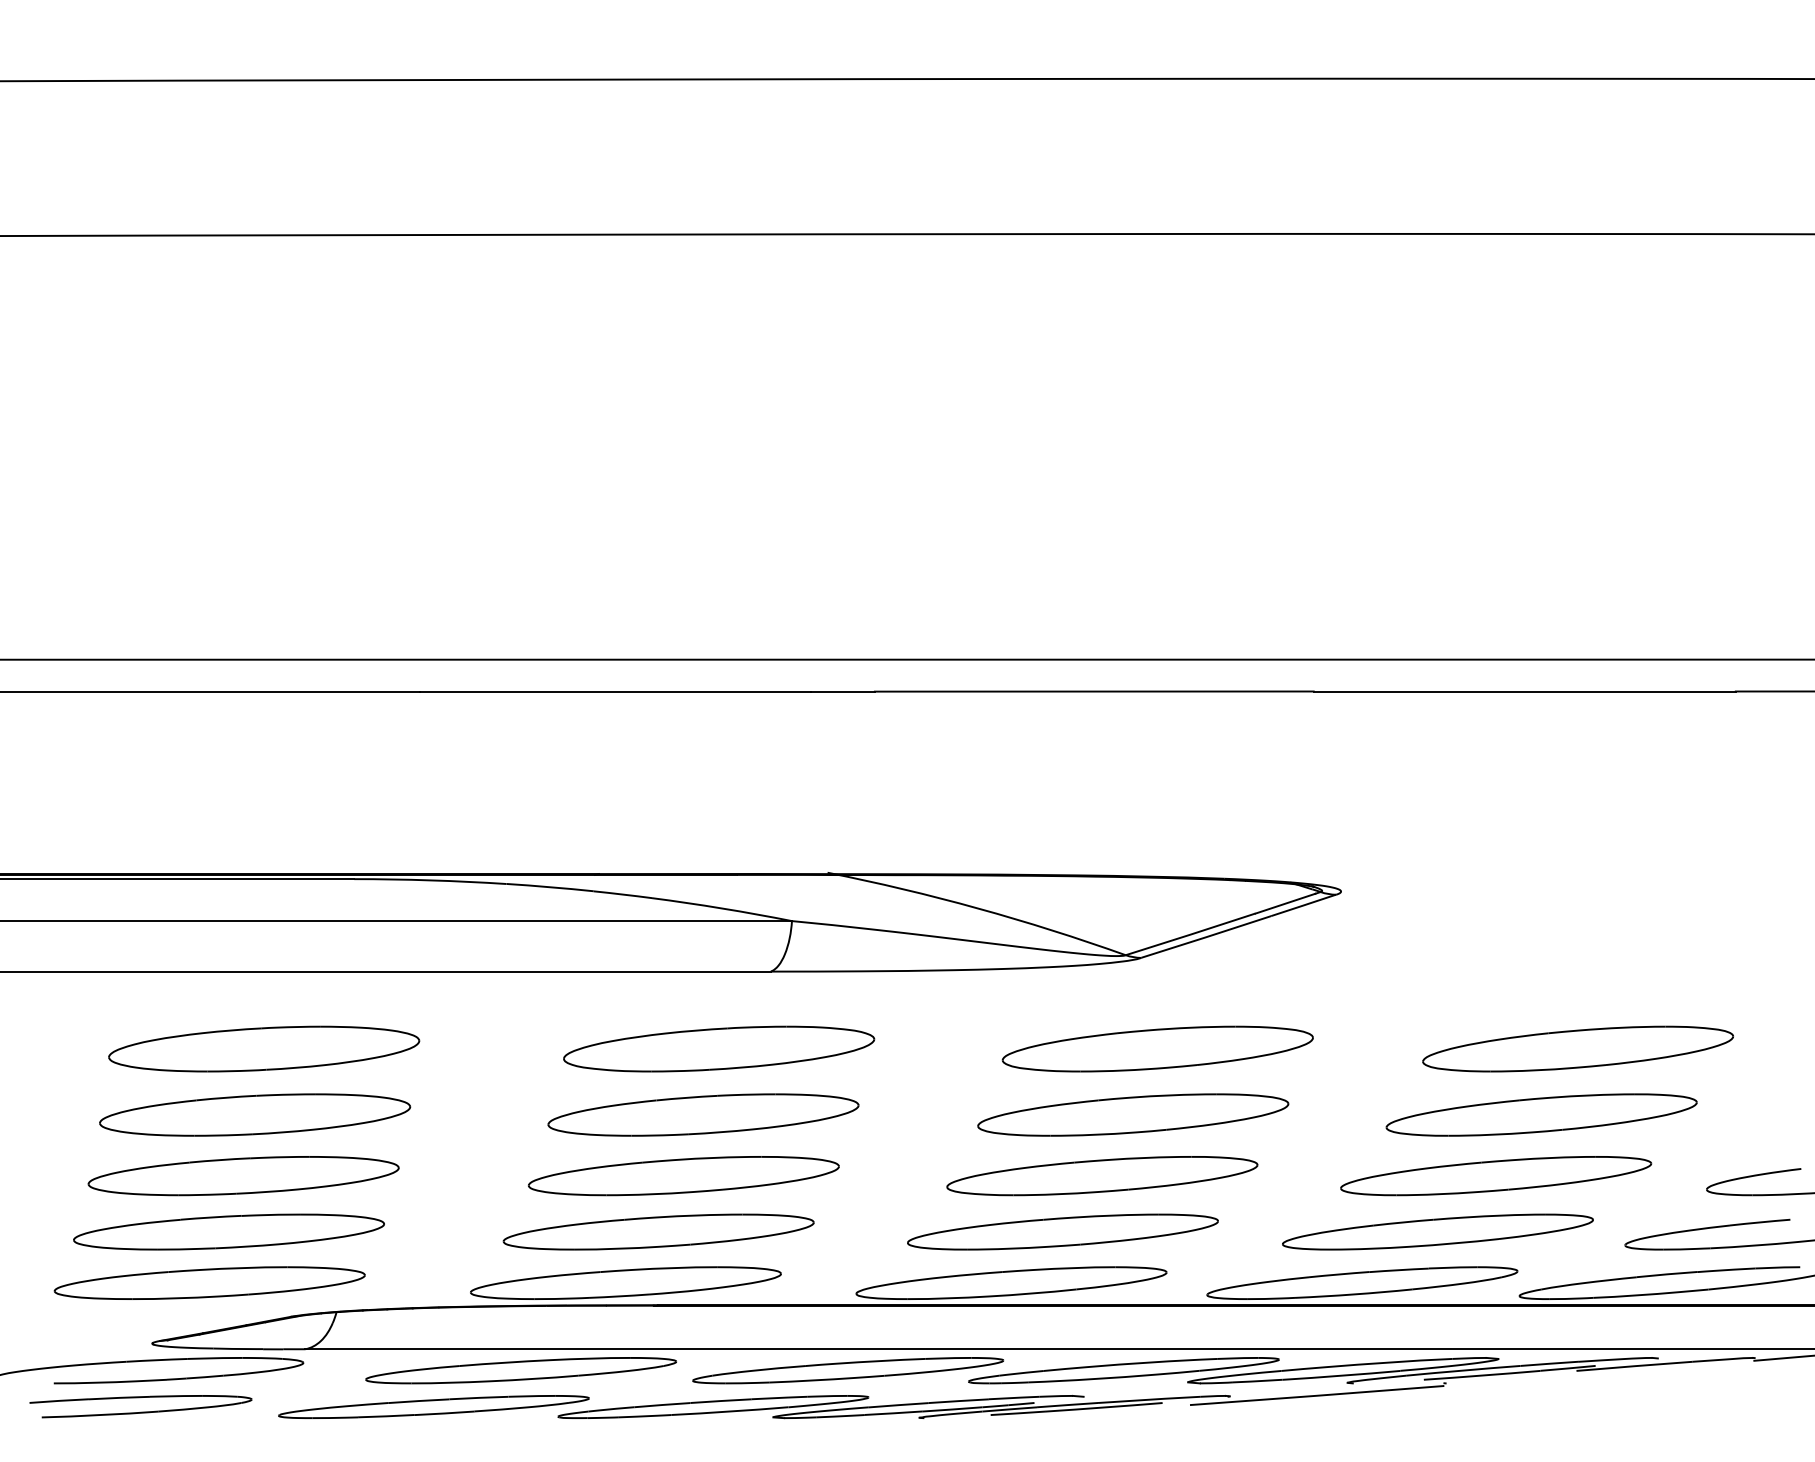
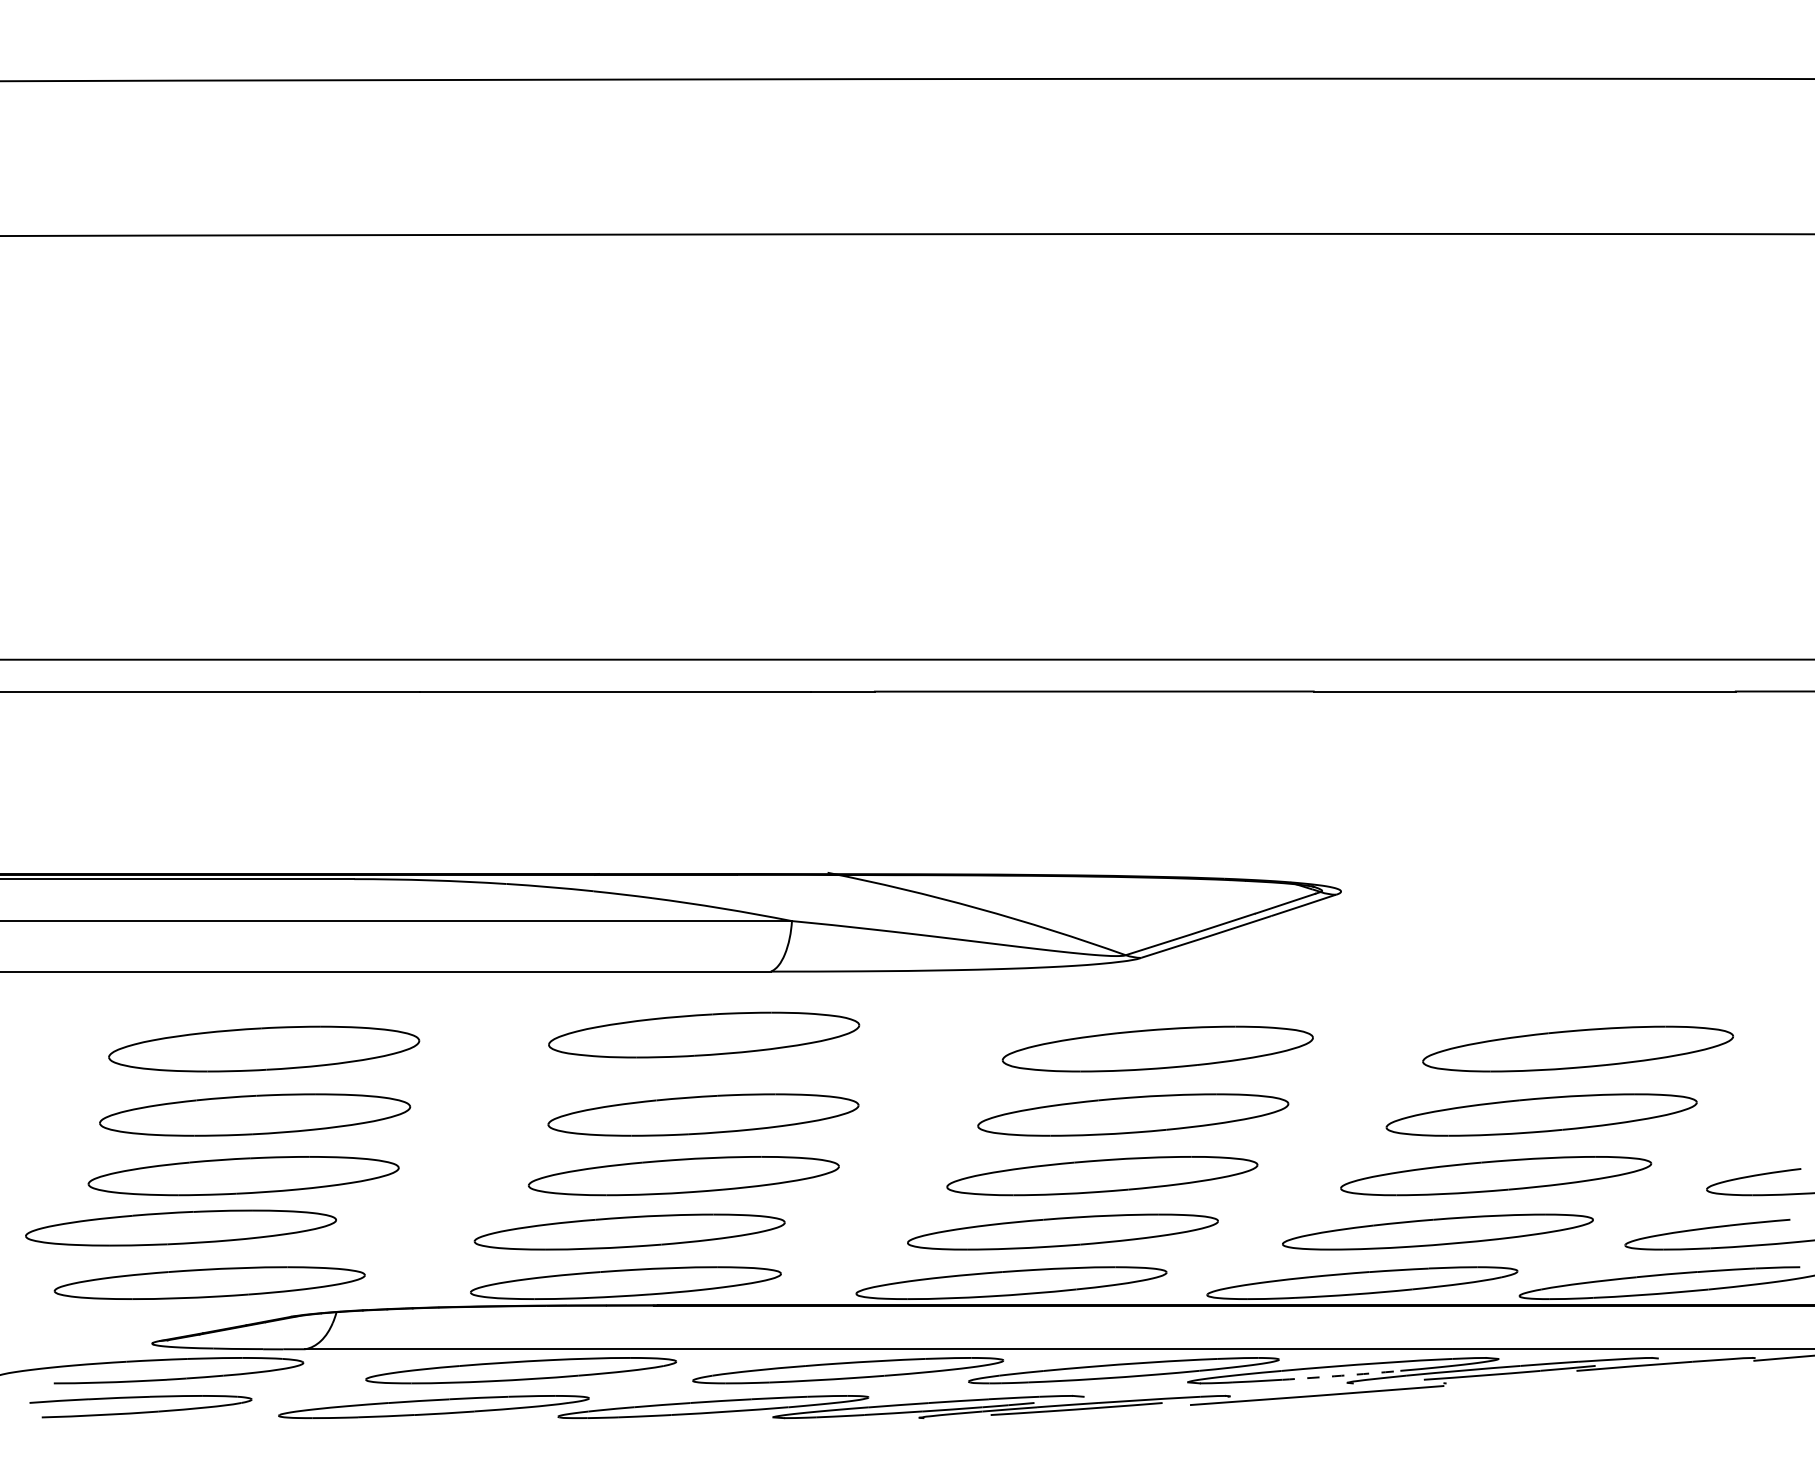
part at (719, 1048) position: (719, 1048) -> (704, 1034)
part at (228, 1231) position: (228, 1231) -> (180, 1227)
part at (658, 1231) position: (658, 1231) -> (629, 1231)
arc at (1341, 1375): solid -> dashed
